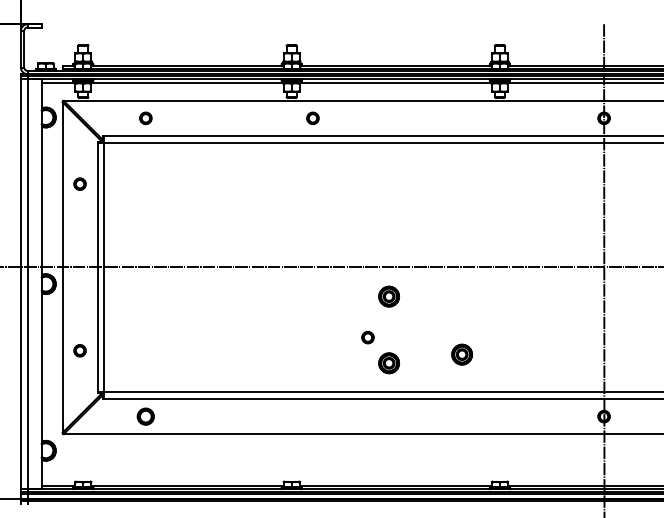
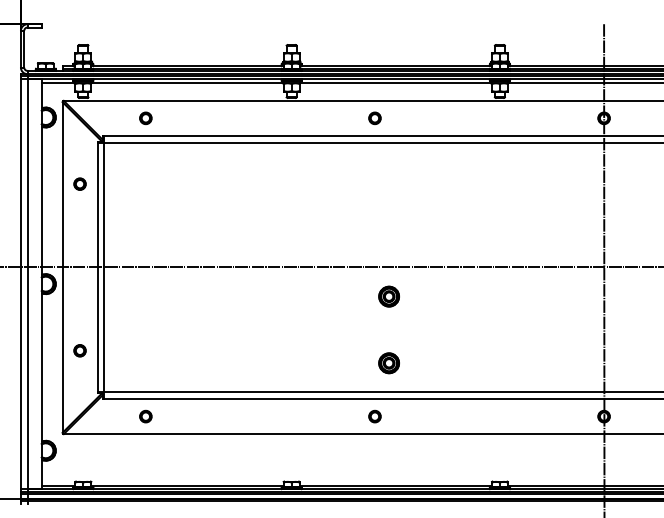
part at (312, 118) position: (312, 118) -> (374, 118)
part at (367, 337) position: (367, 337) -> (374, 416)
part at (461, 354): present -> none
part at (145, 416) size: 19x19 px -> 14x15 px
